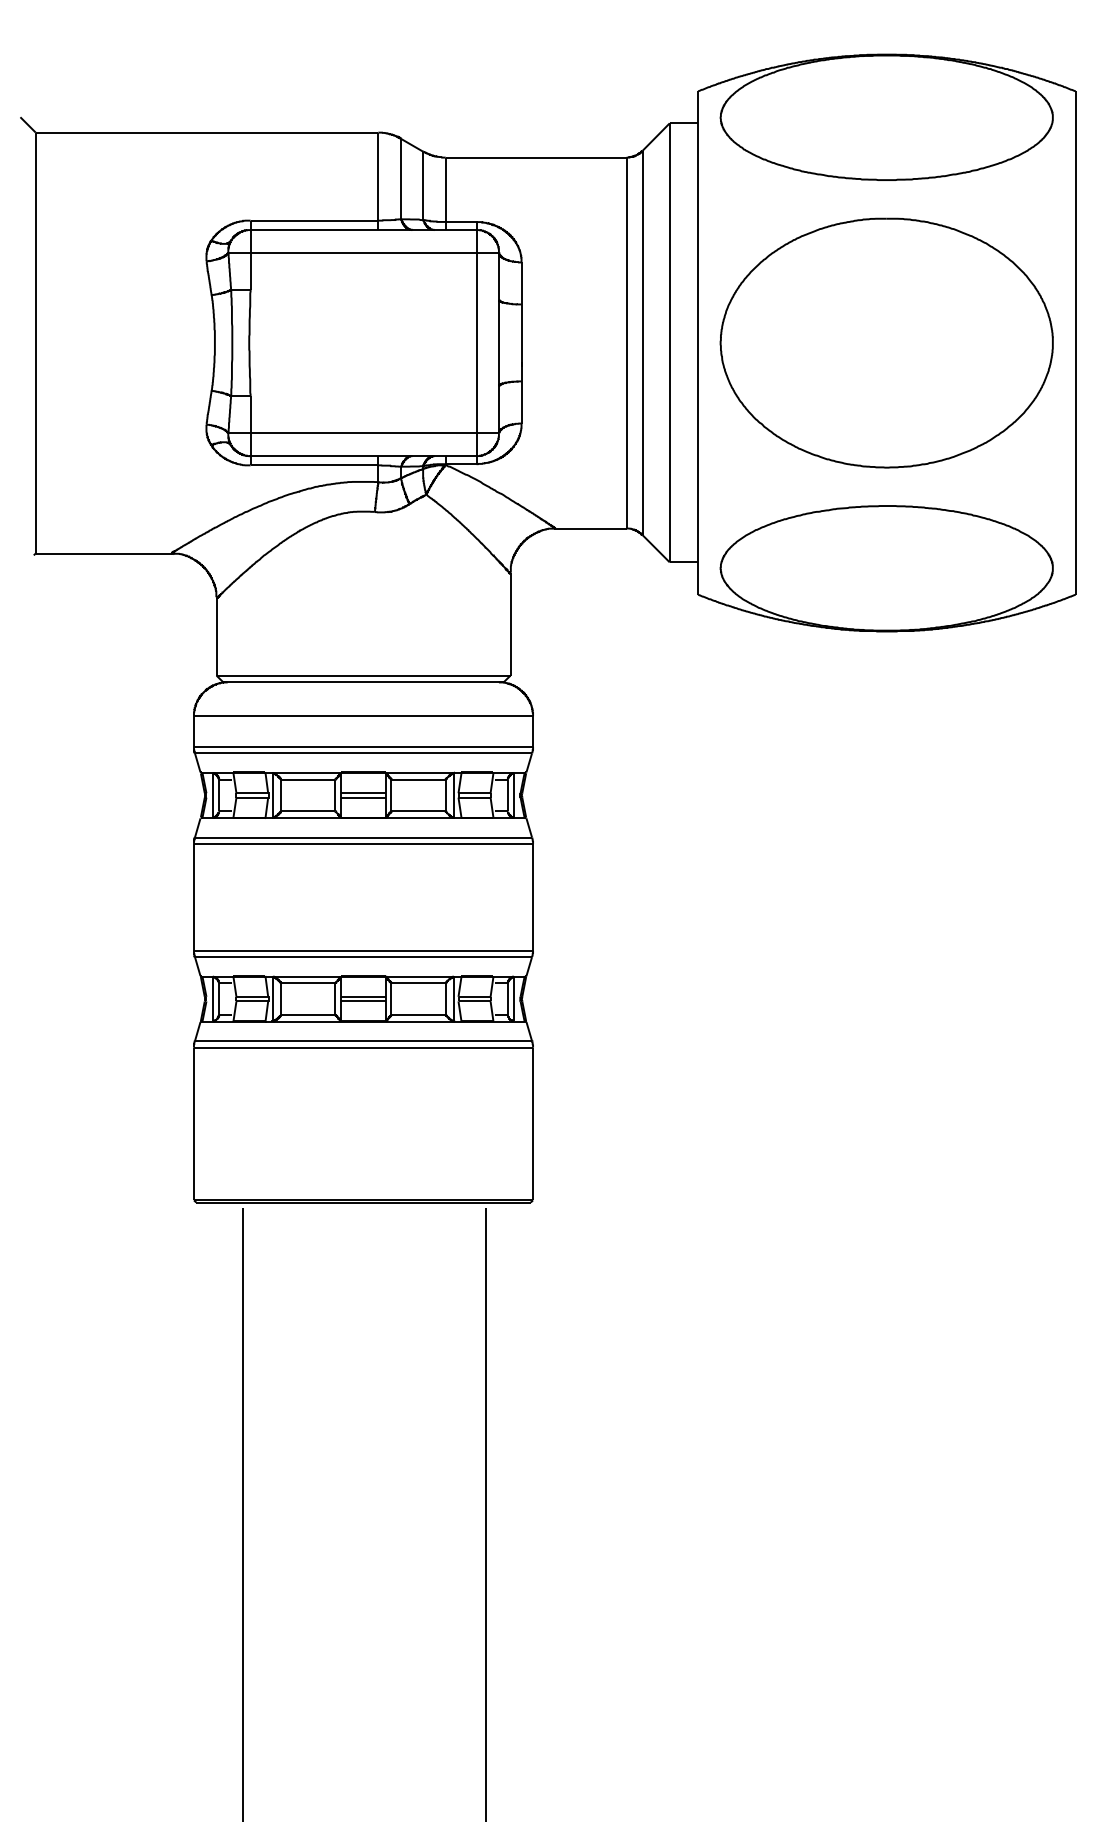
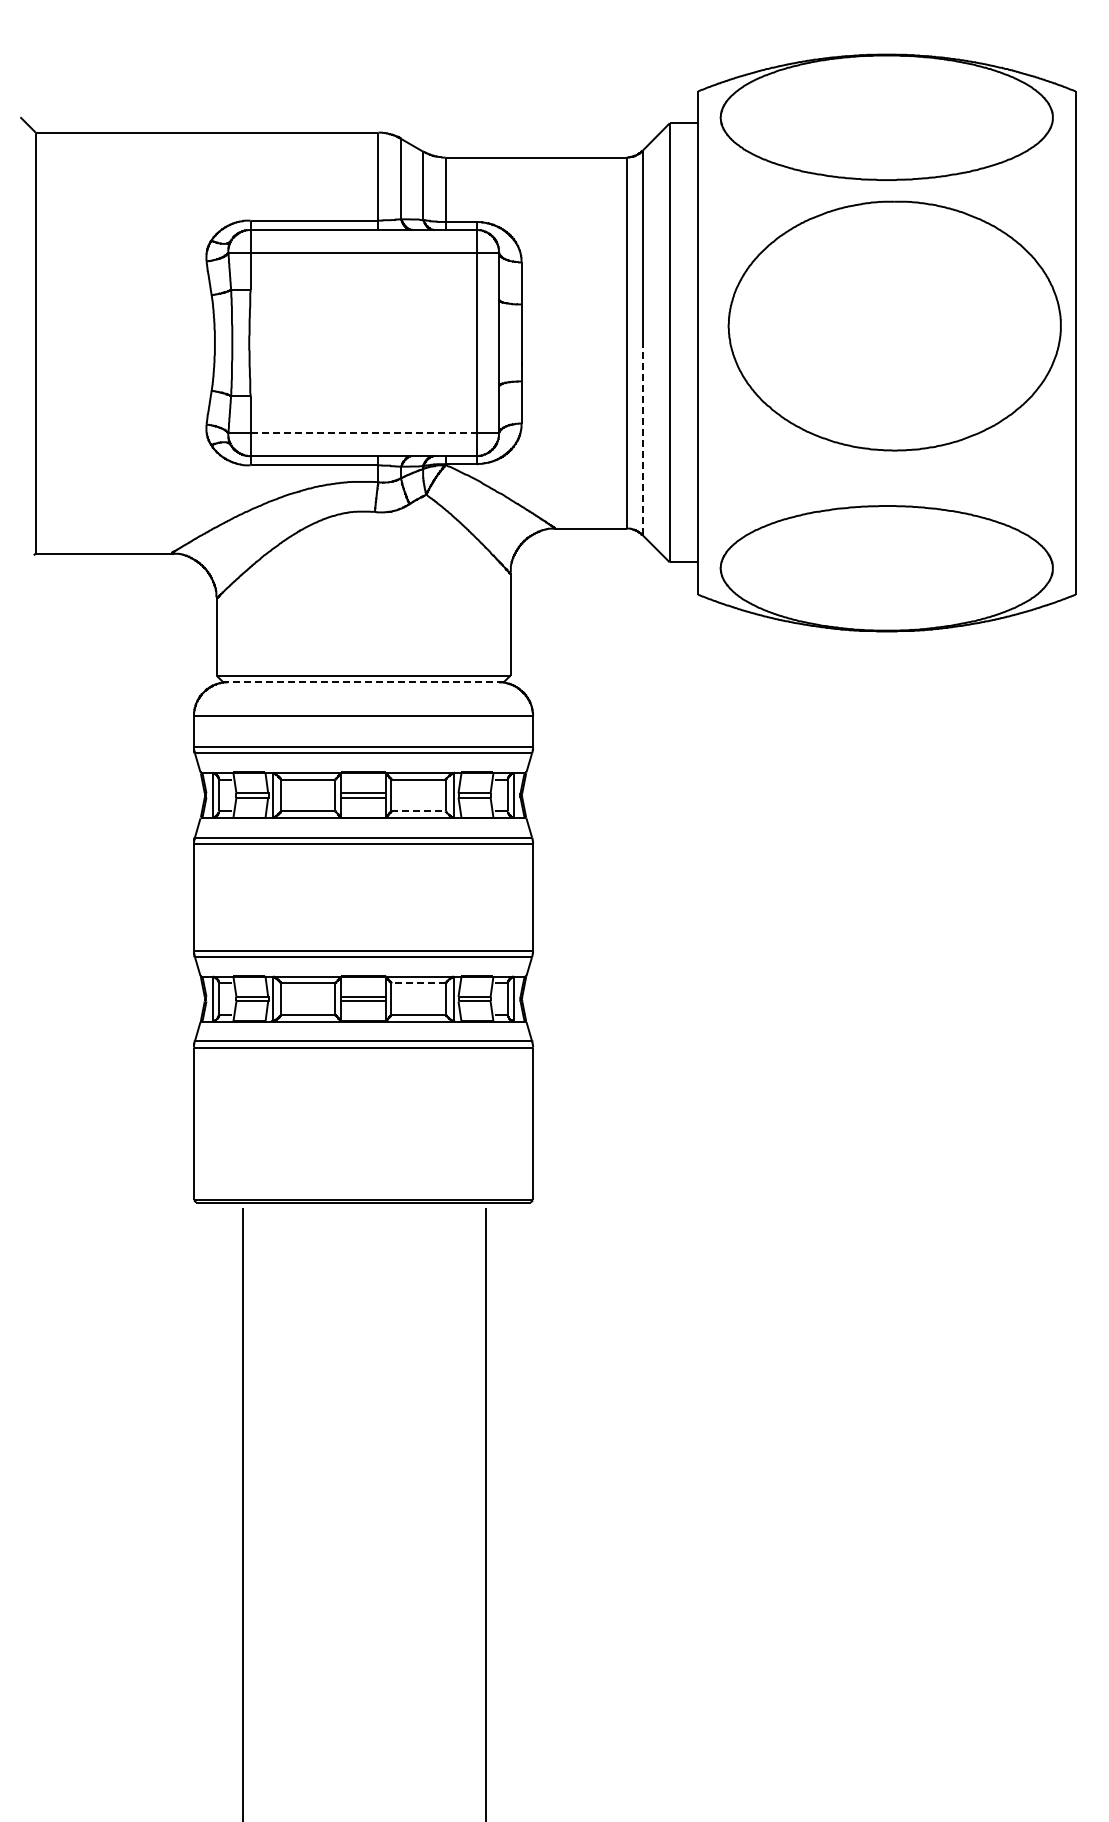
part at (886, 342) position: (886, 342) -> (894, 325)
line at (363, 433): solid -> dashed
line at (642, 439): solid -> dashed
line at (363, 682): solid -> dashed
line at (419, 811): solid -> dashed
line at (418, 983): solid -> dashed
